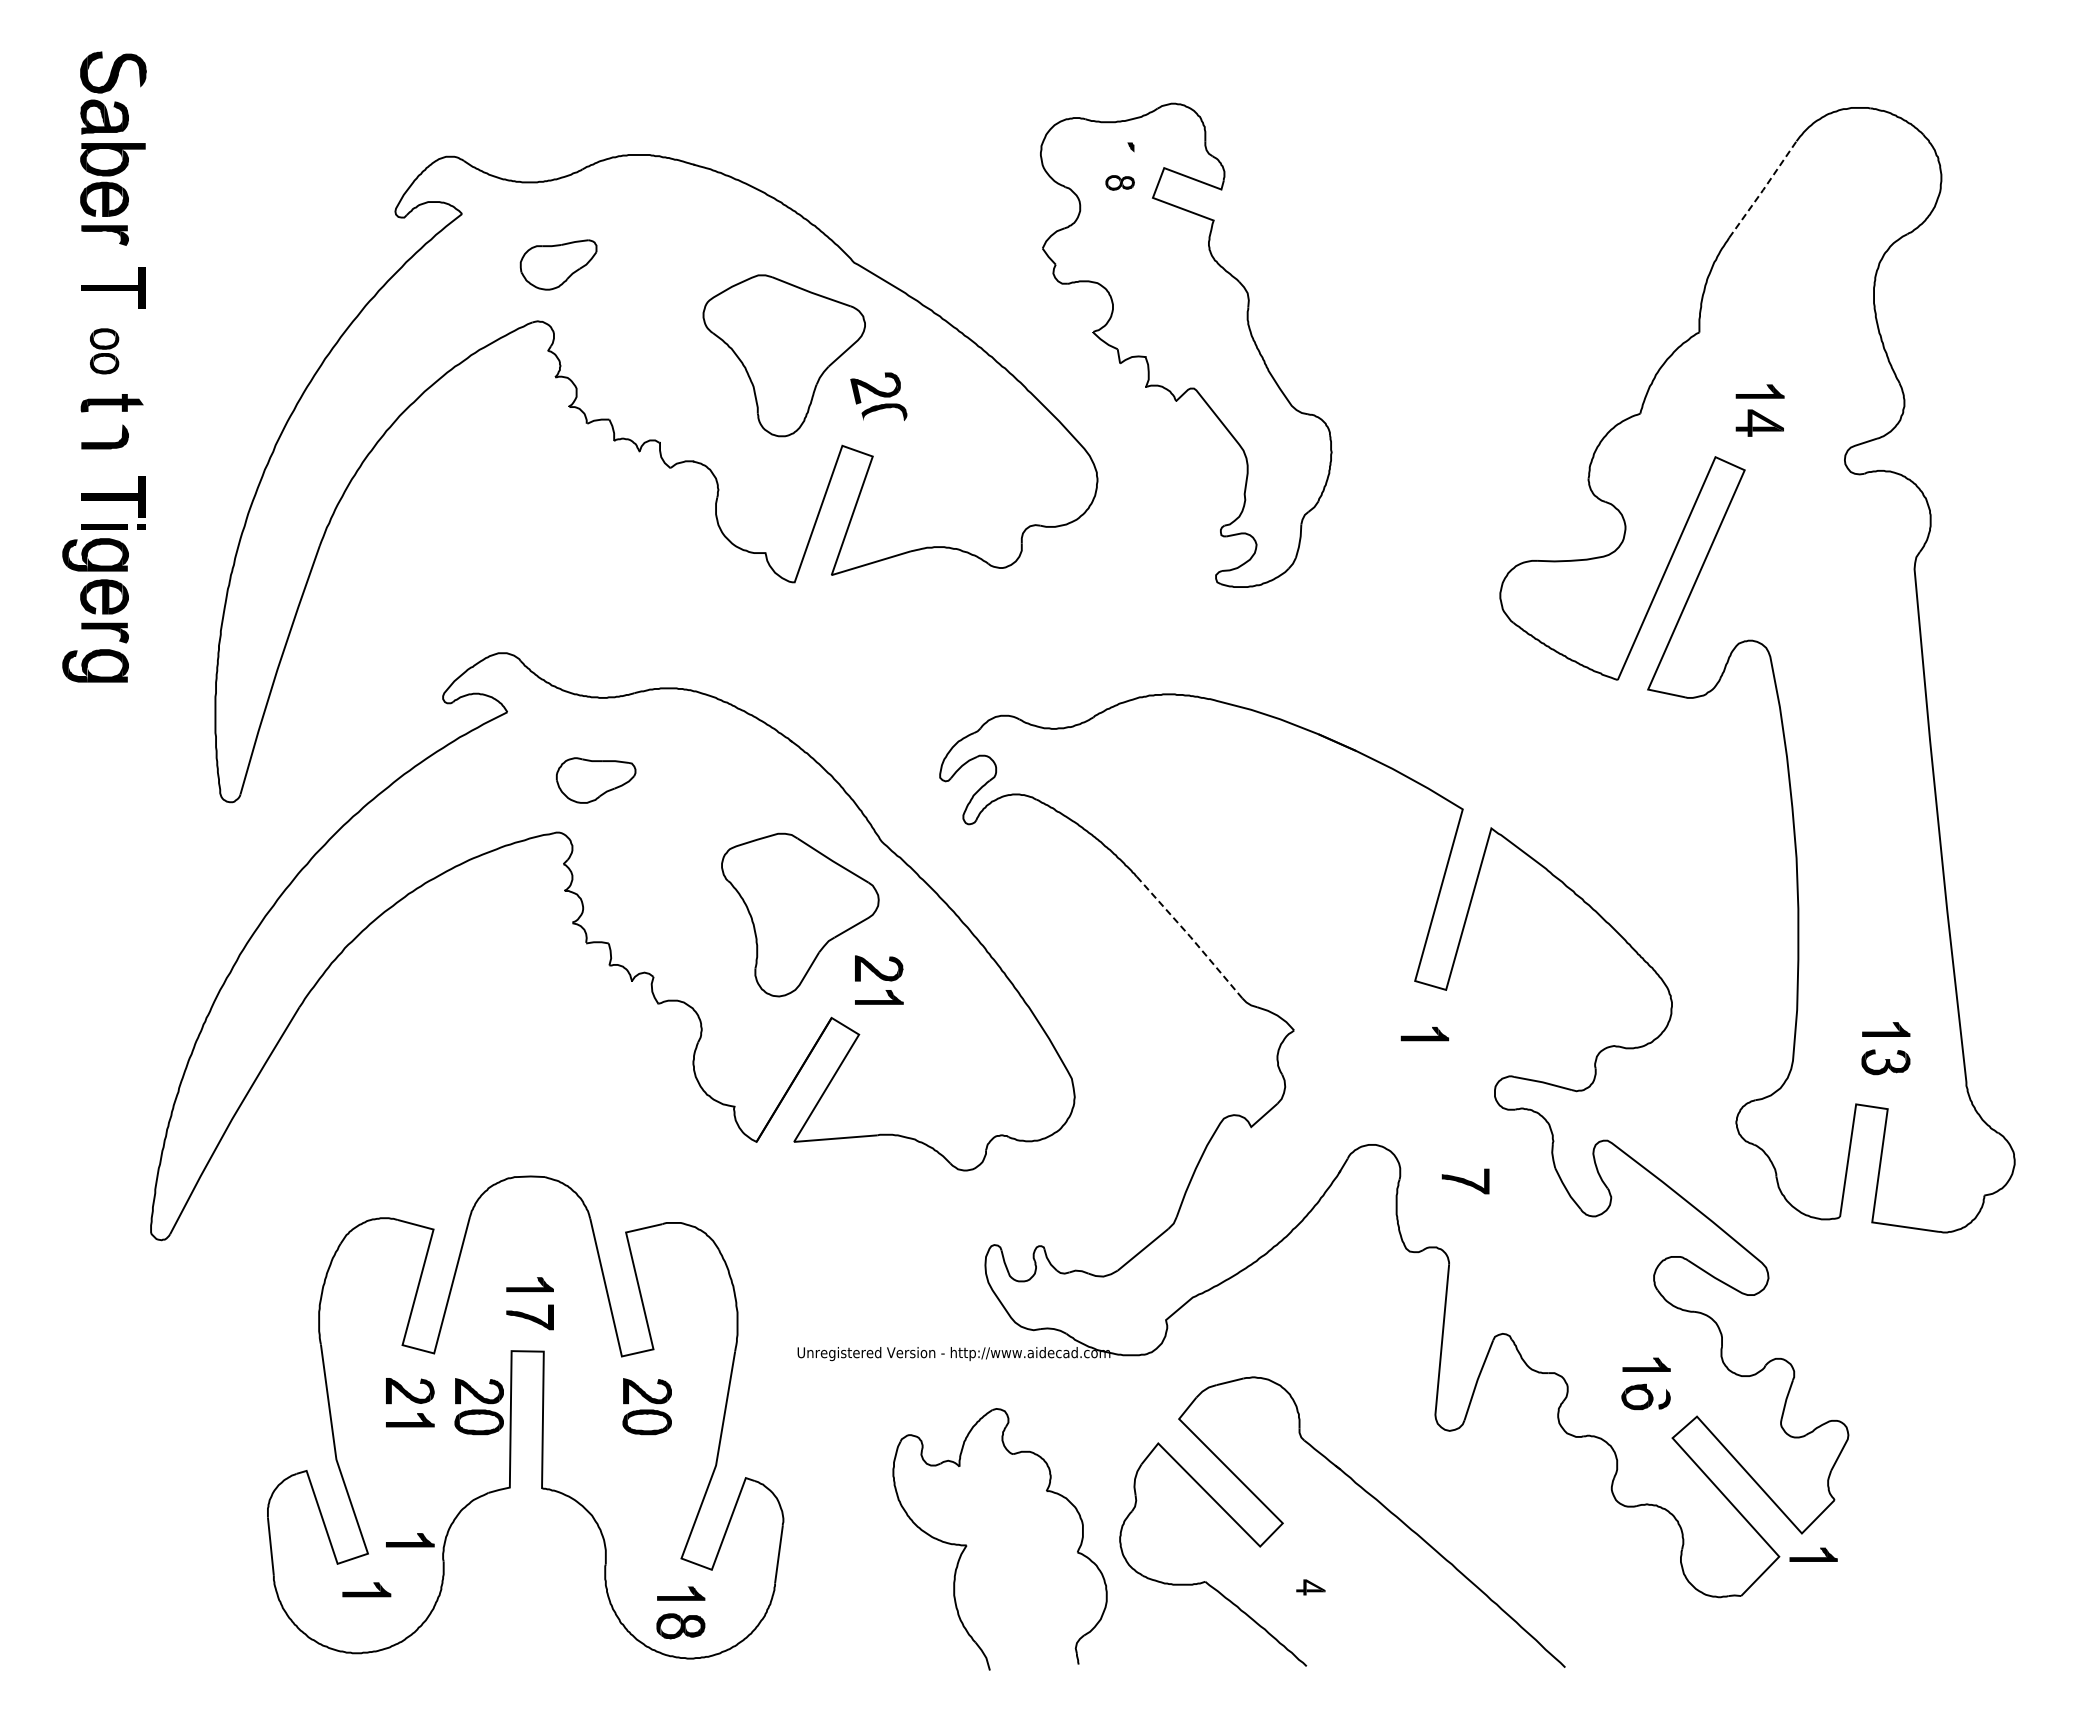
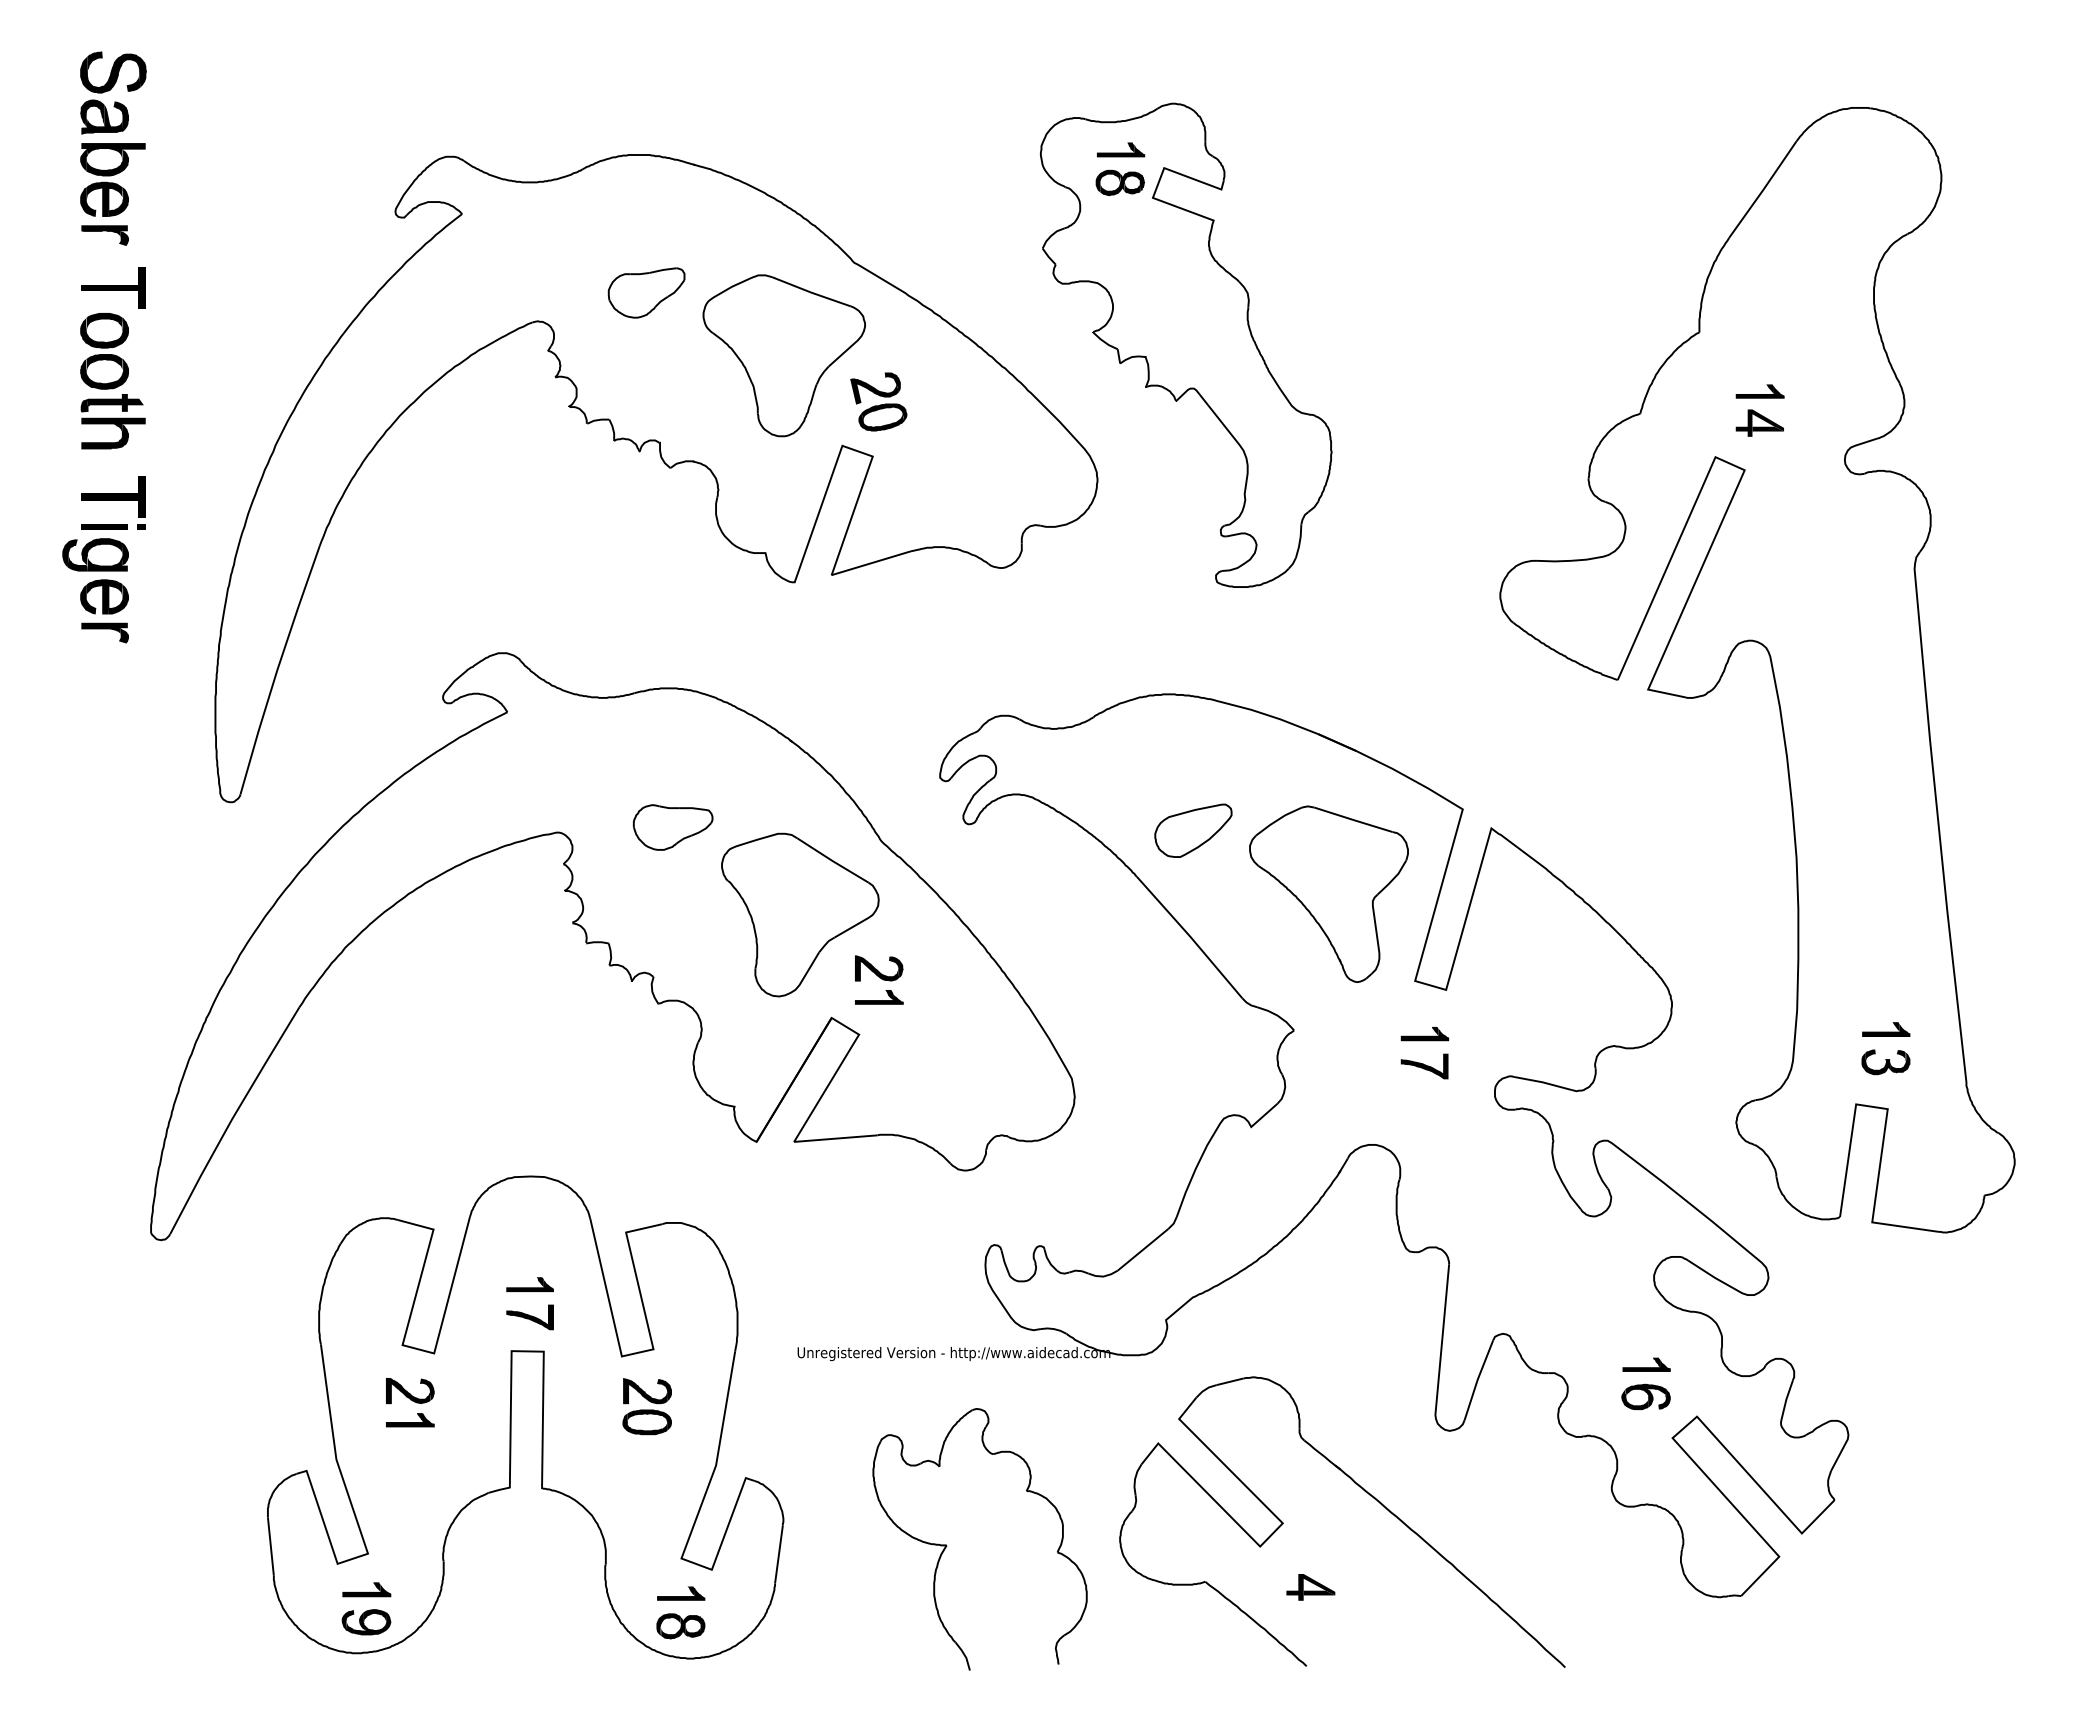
fill at (133, 81): none -> present
fill at (1120, 150): none -> present
part at (1119, 182) size: 30x16 px -> 50x28 px
line at (1763, 190): dashed -> solid
part at (558, 264) position: (558, 264) -> (646, 292)
part at (104, 351) size: 30x47 px -> 49x77 px
fill at (881, 422): none -> present
fill at (113, 425): none -> present
part at (95, 665): present -> none
part at (595, 780) position: (595, 780) -> (672, 827)
part at (1193, 830): none -> present
part at (1328, 894): none -> present
line at (1190, 936): dashed -> solid
part at (1465, 1181) position: (1465, 1181) -> (1424, 1066)
fill at (1656, 1390): none -> present
part at (478, 1406): present -> none
part at (410, 1540): present -> none
part at (967, 1545) position: (967, 1545) -> (947, 1545)
part at (1813, 1554): present -> none
part at (1310, 1587) size: 30x17 px -> 50x27 px
part at (366, 1622): none -> present
